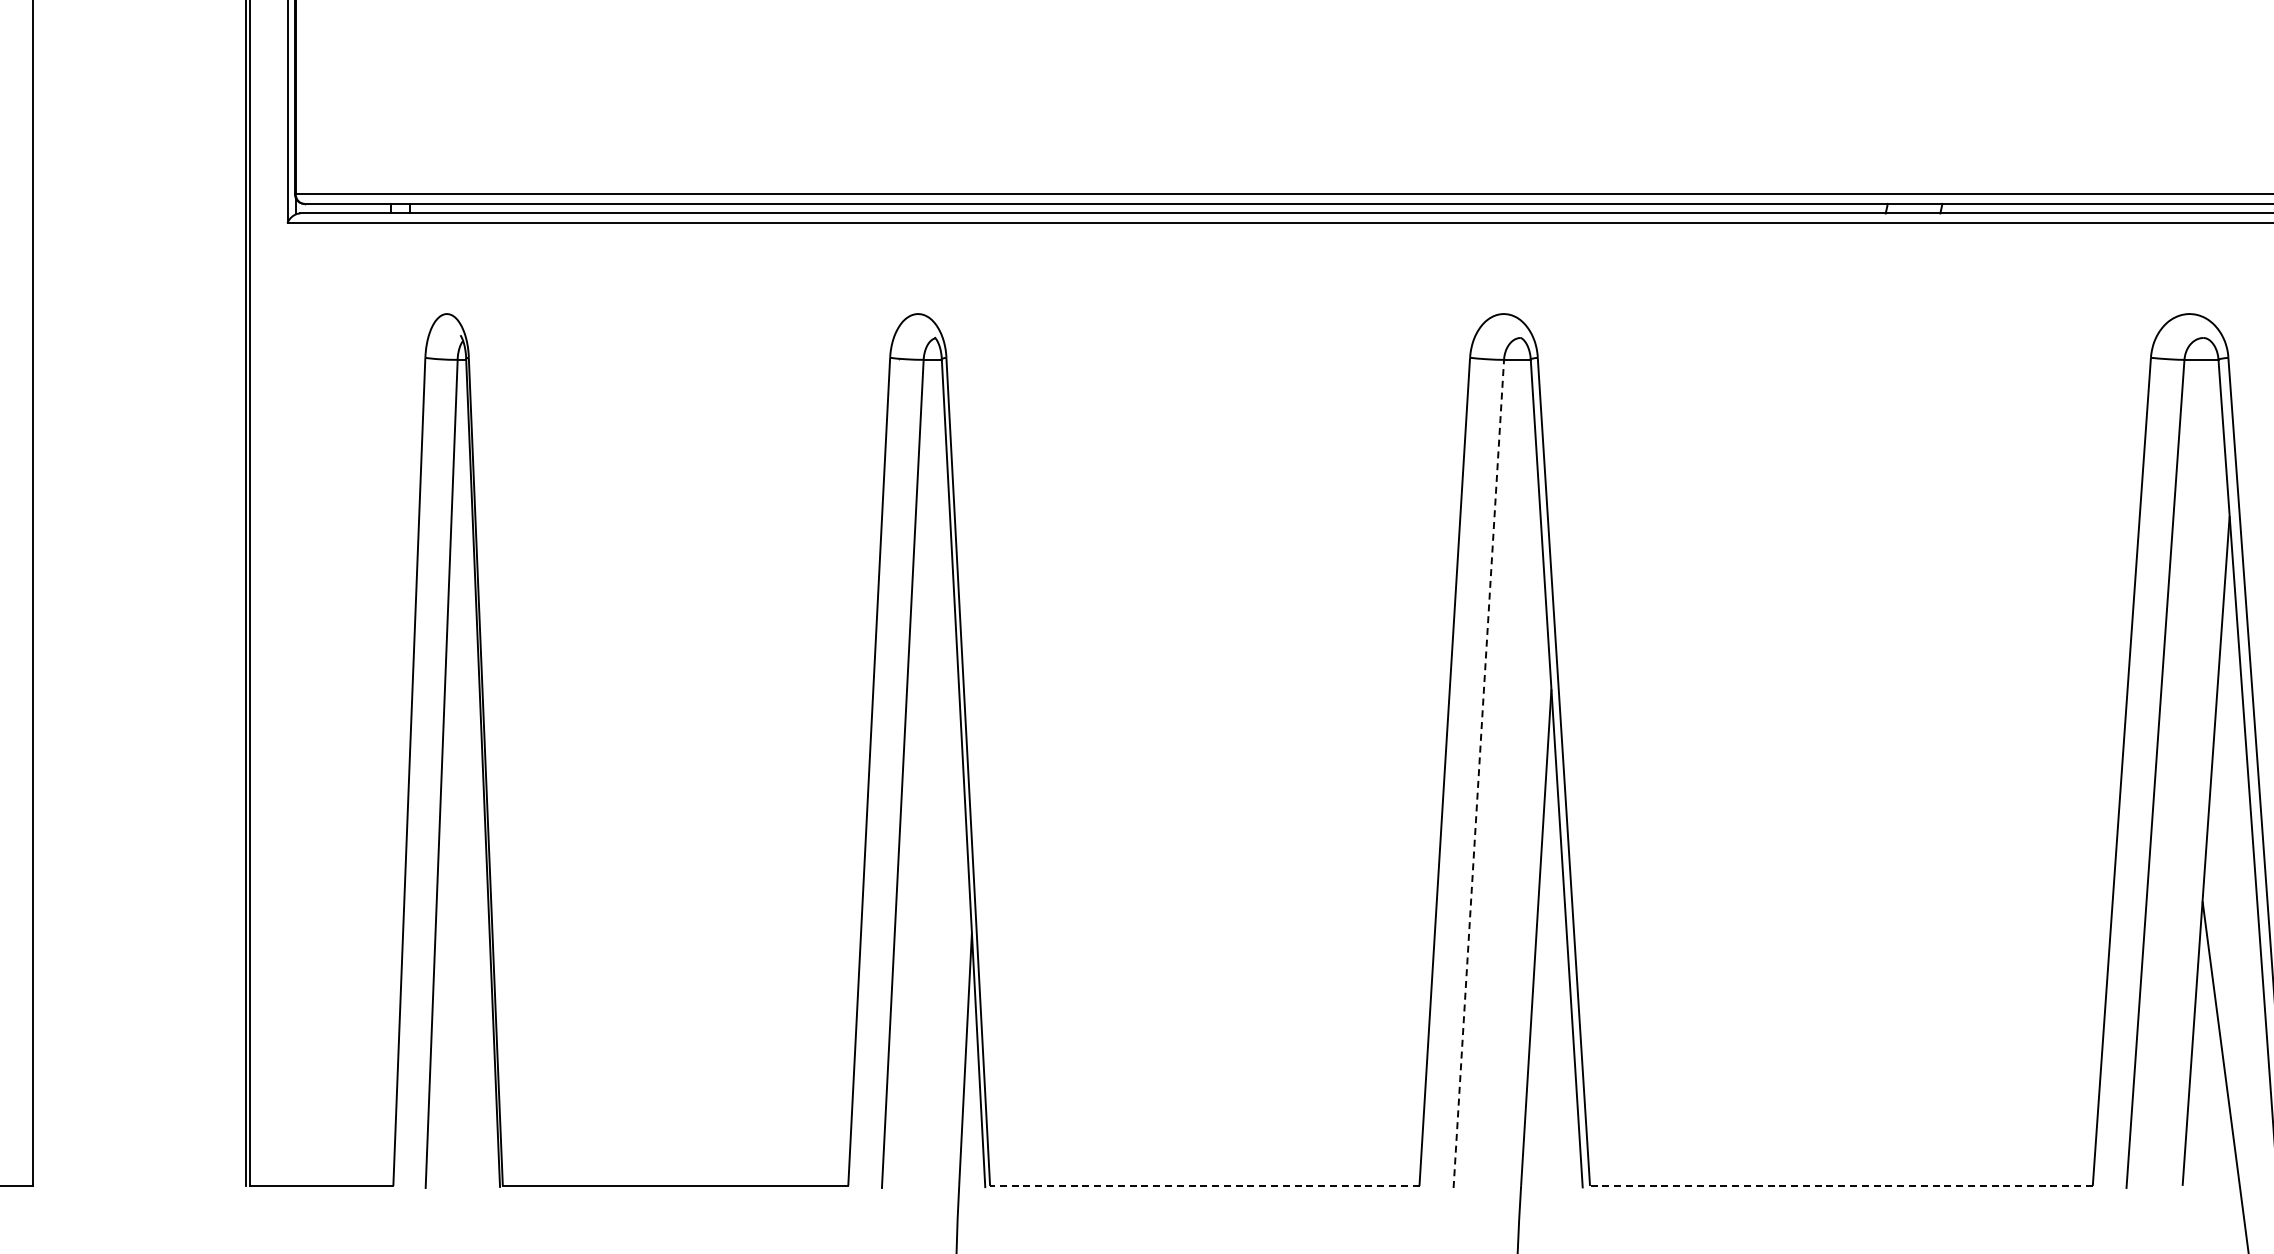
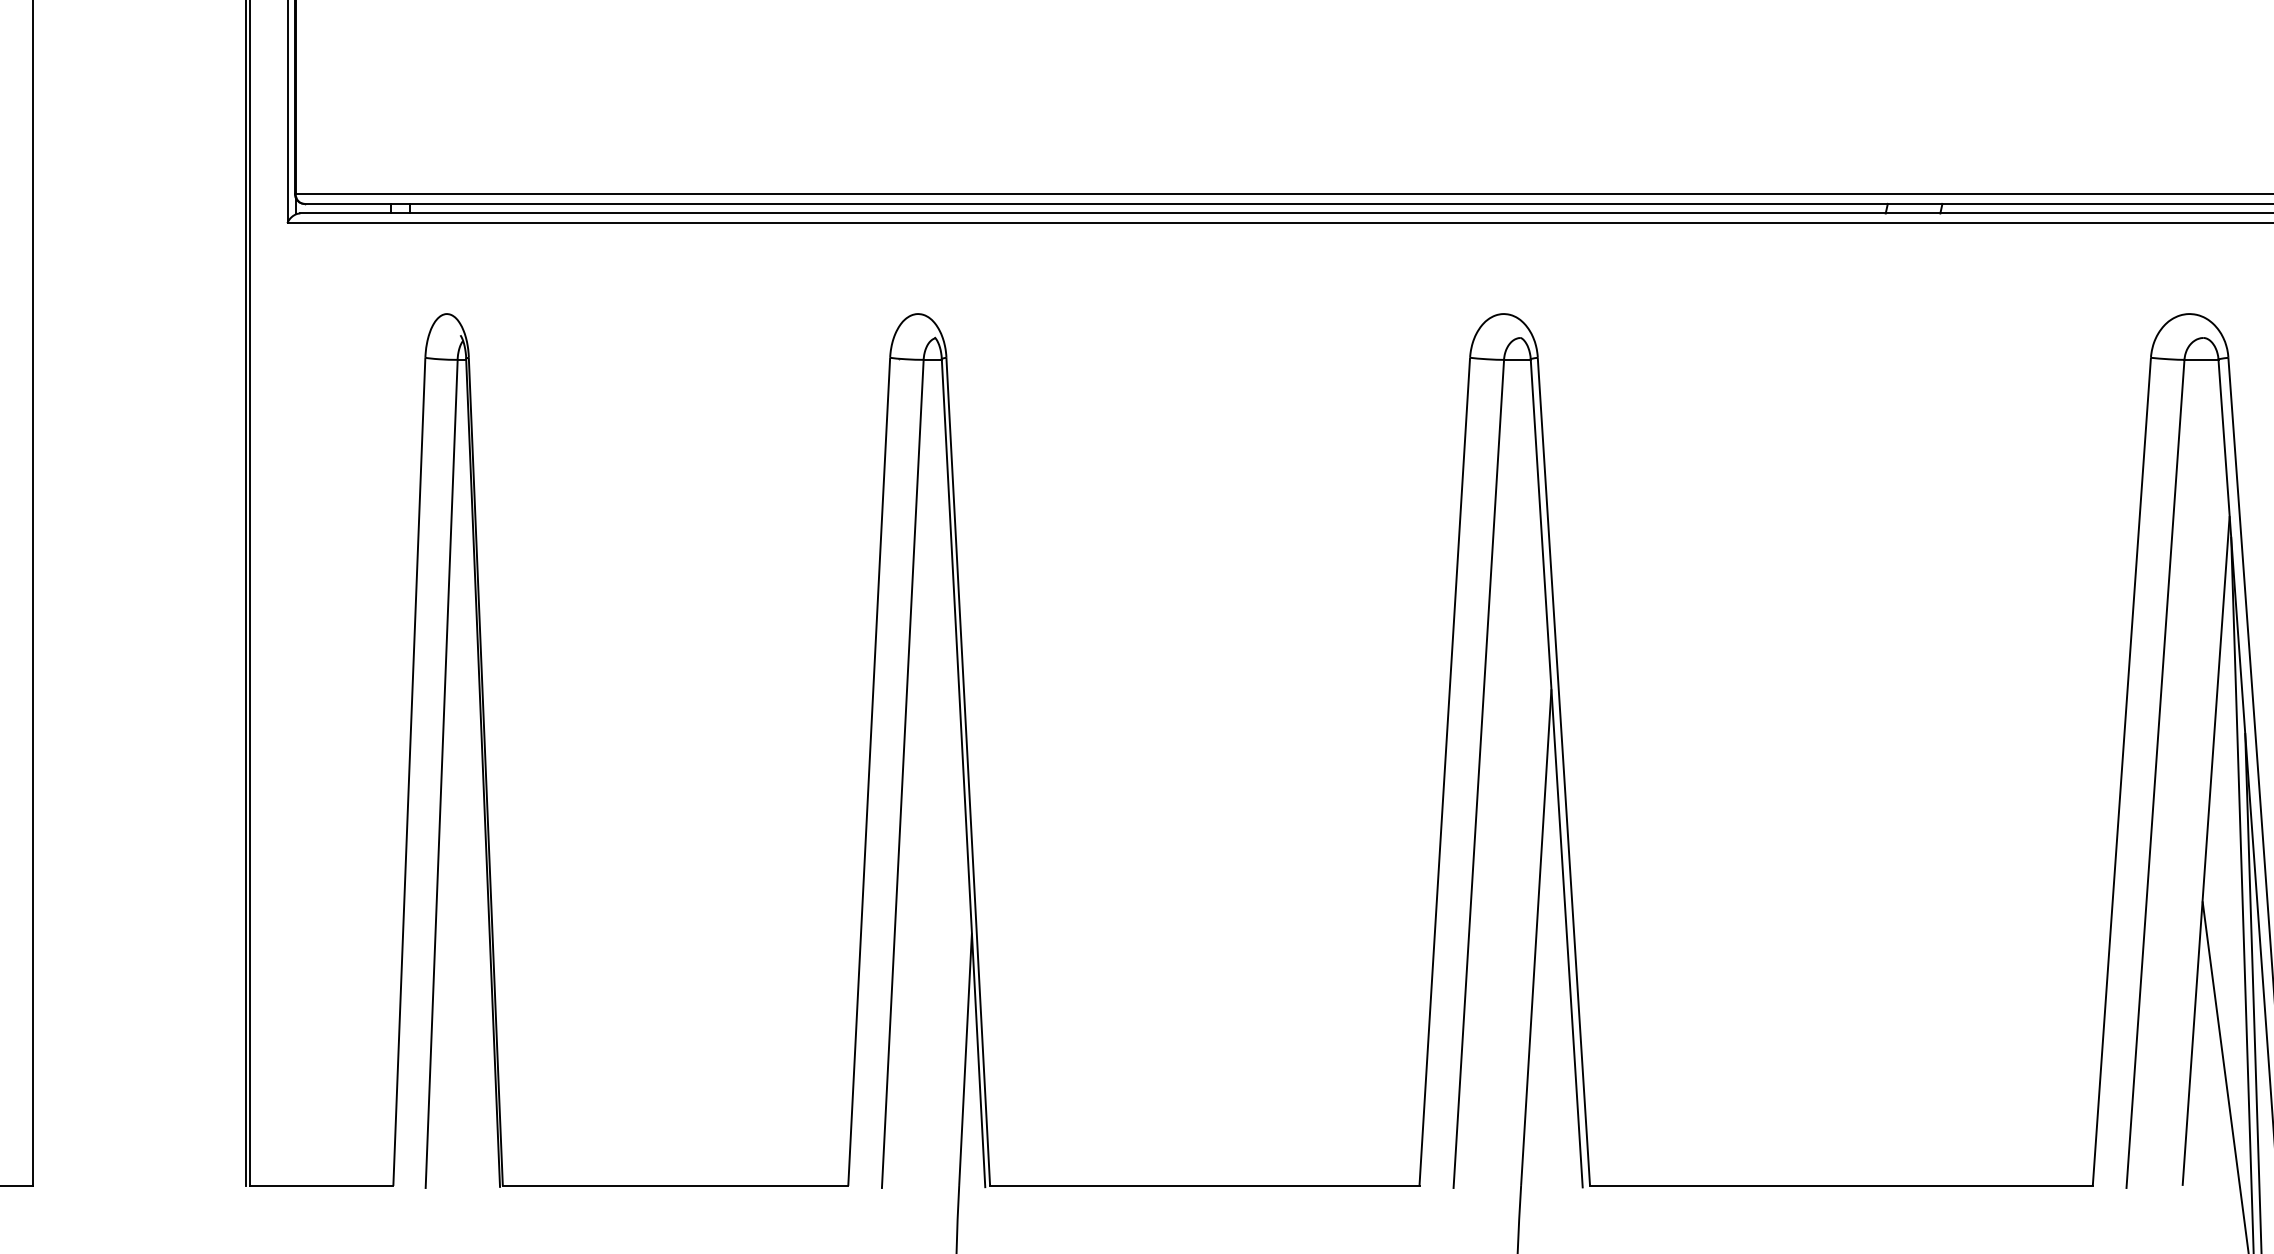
line at (1478, 773): dashed -> solid
line at (2242, 893): none -> present
line at (2253, 991): none -> present
line at (1204, 1185): dashed -> solid
line at (1840, 1185): dashed -> solid
